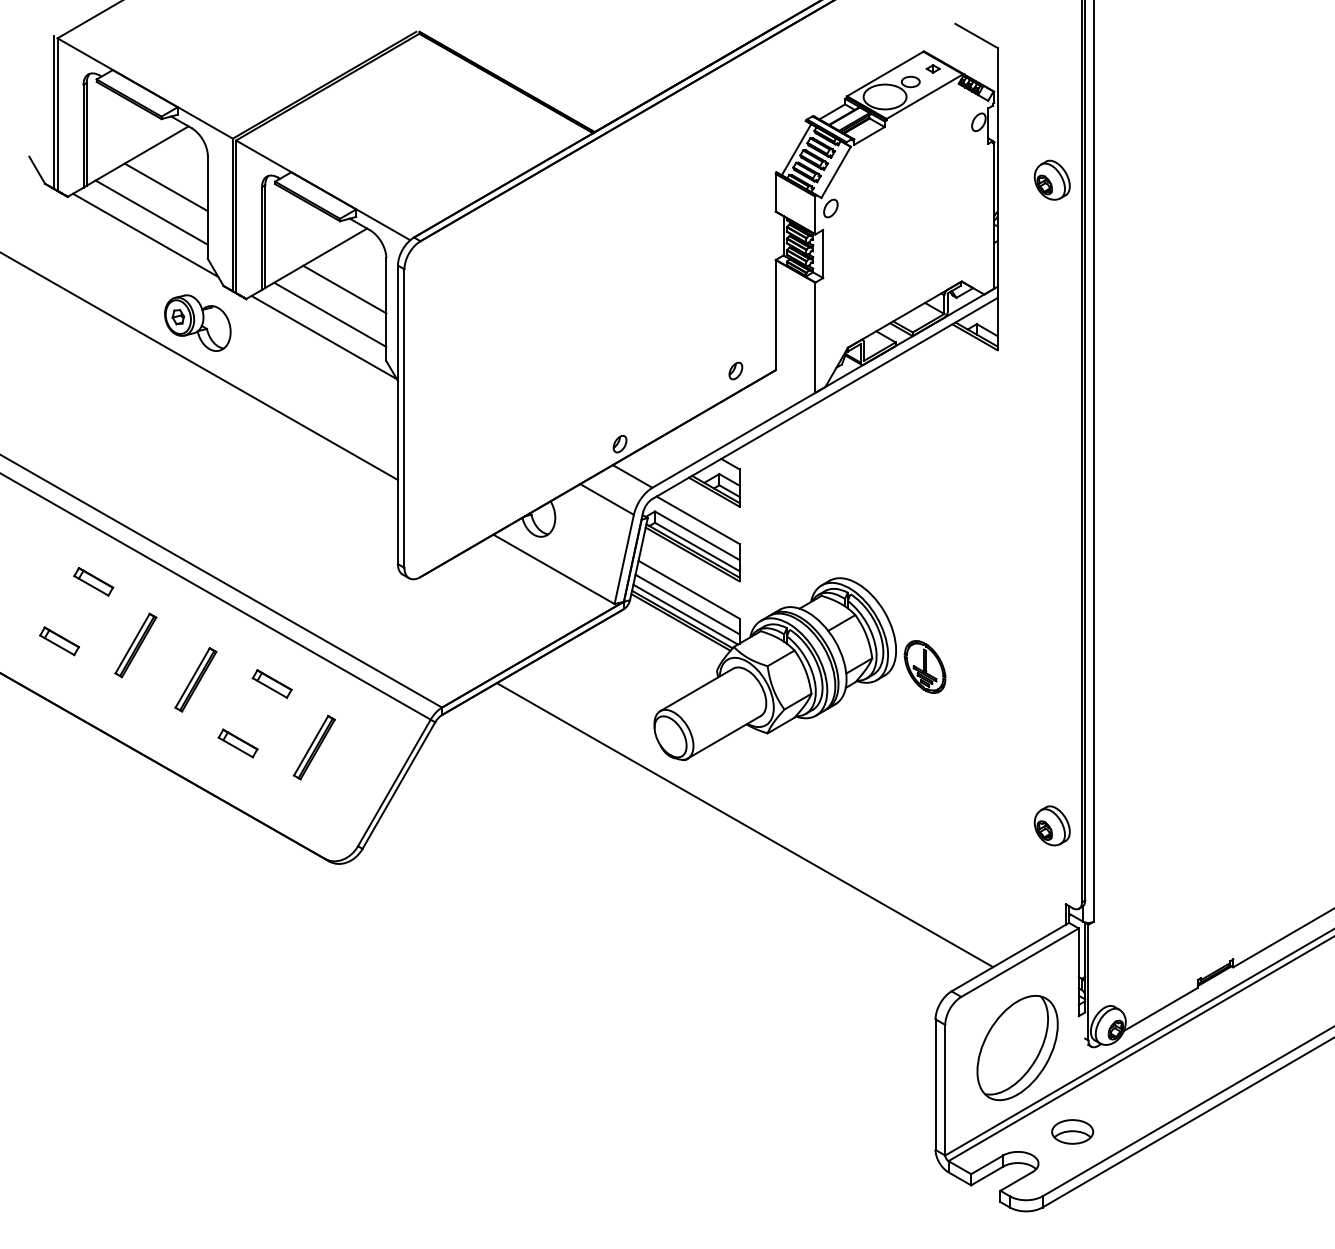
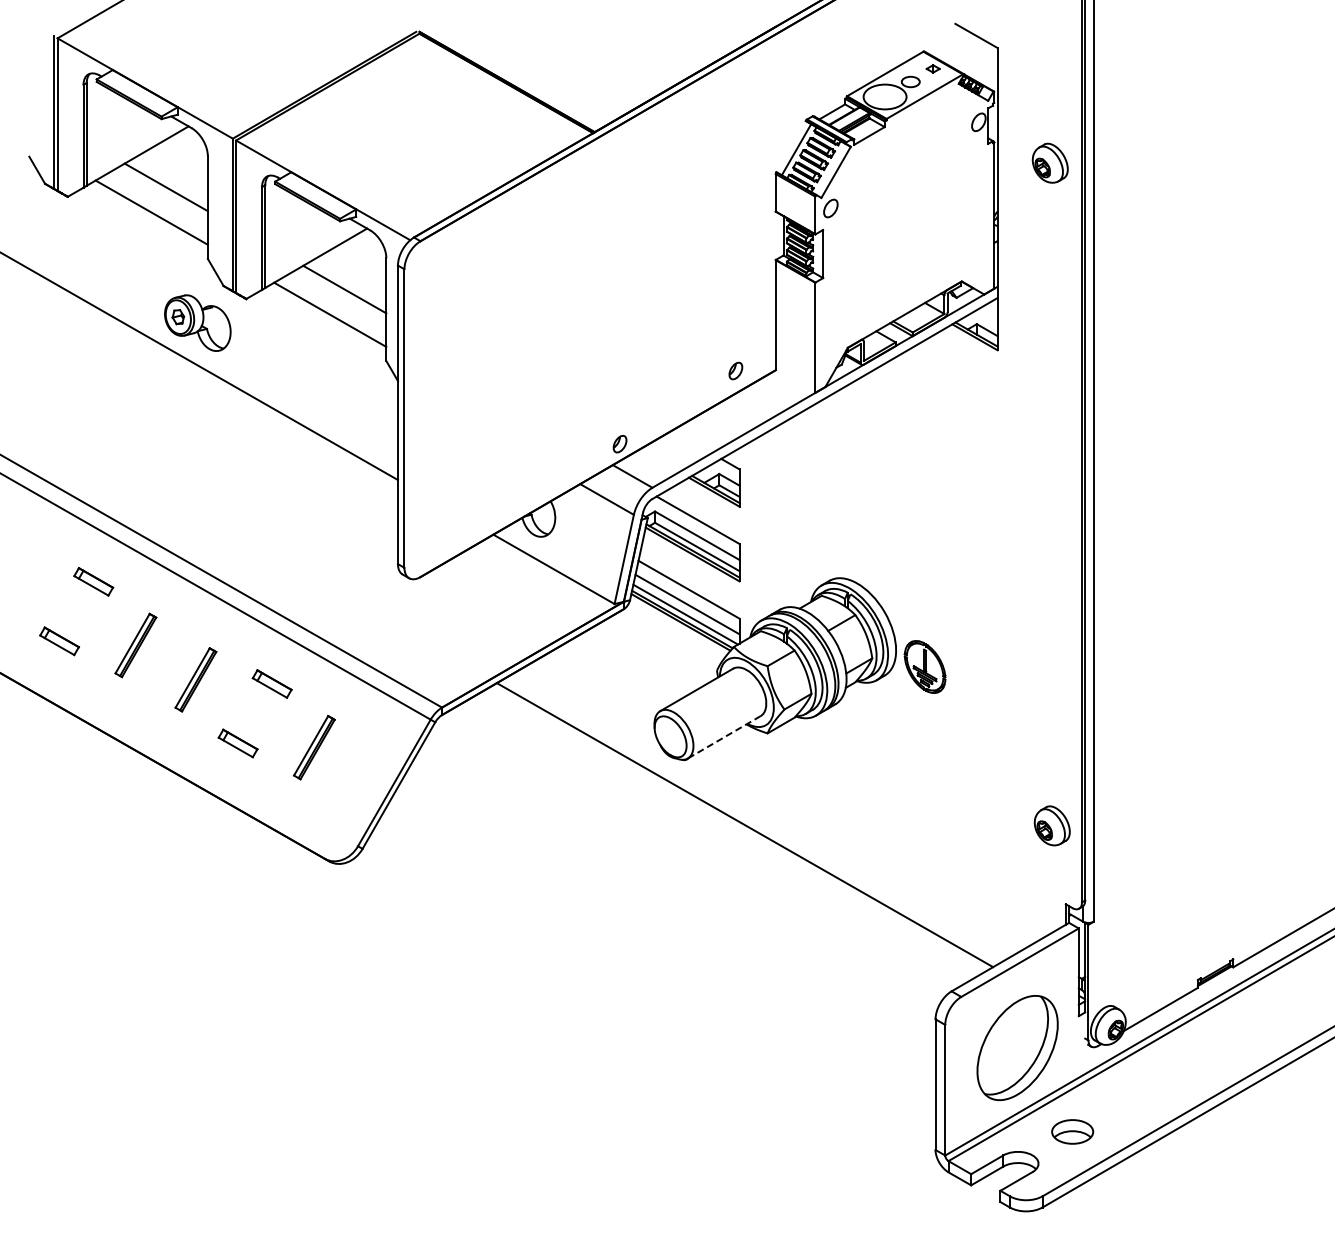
part at (1051, 179) position: (1051, 179) -> (1049, 162)
line at (145, 234): present -> none
line at (323, 337): present -> none
line at (723, 737): solid -> dashed
